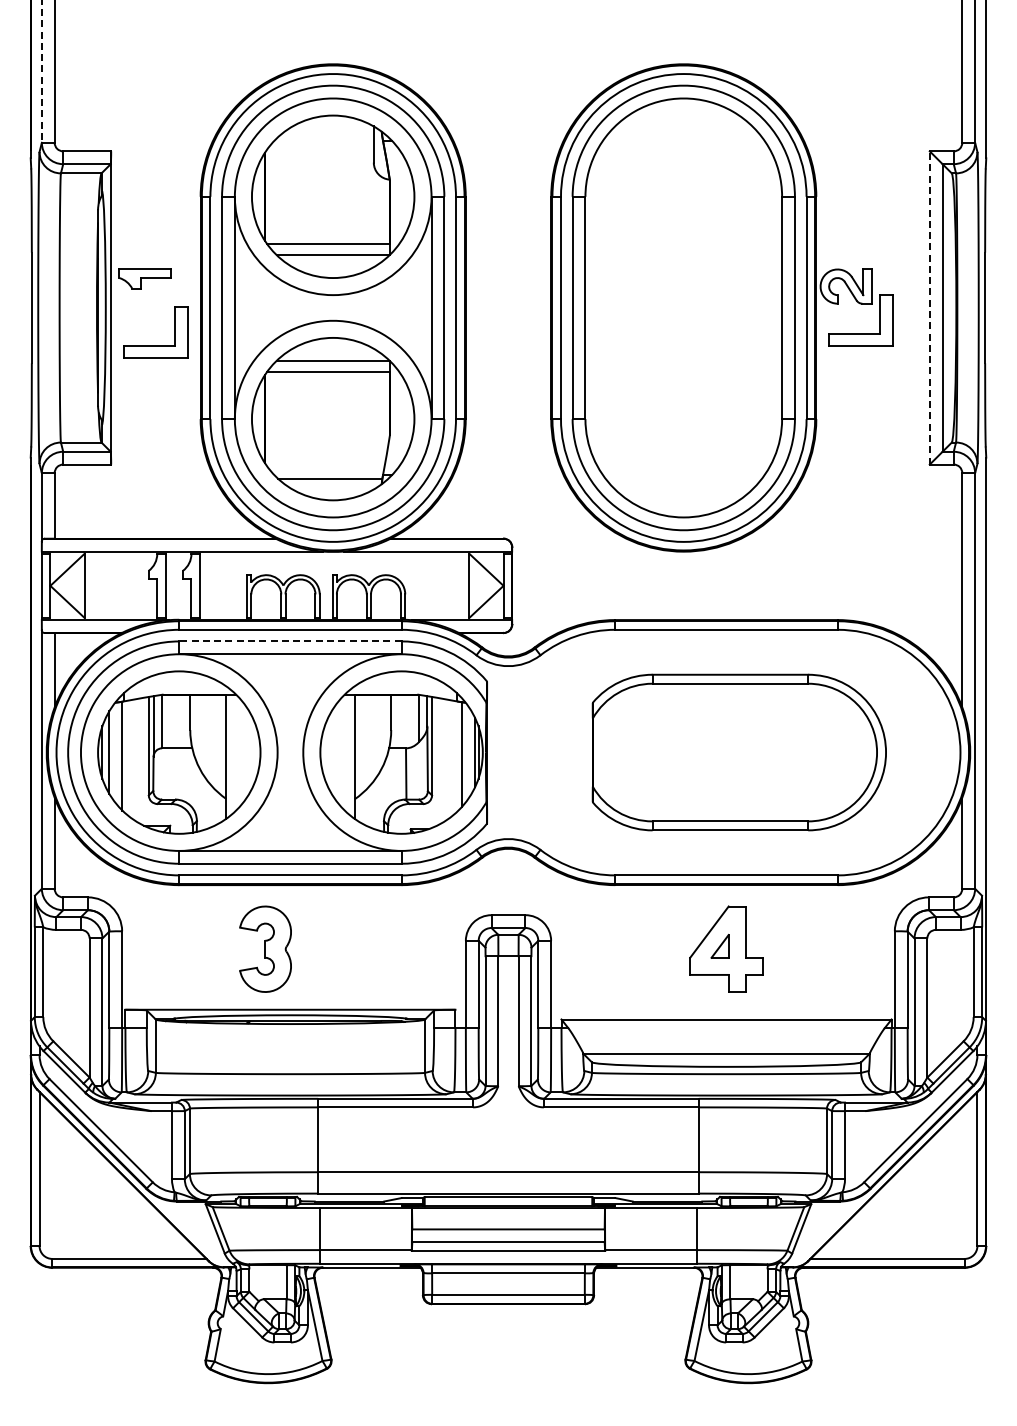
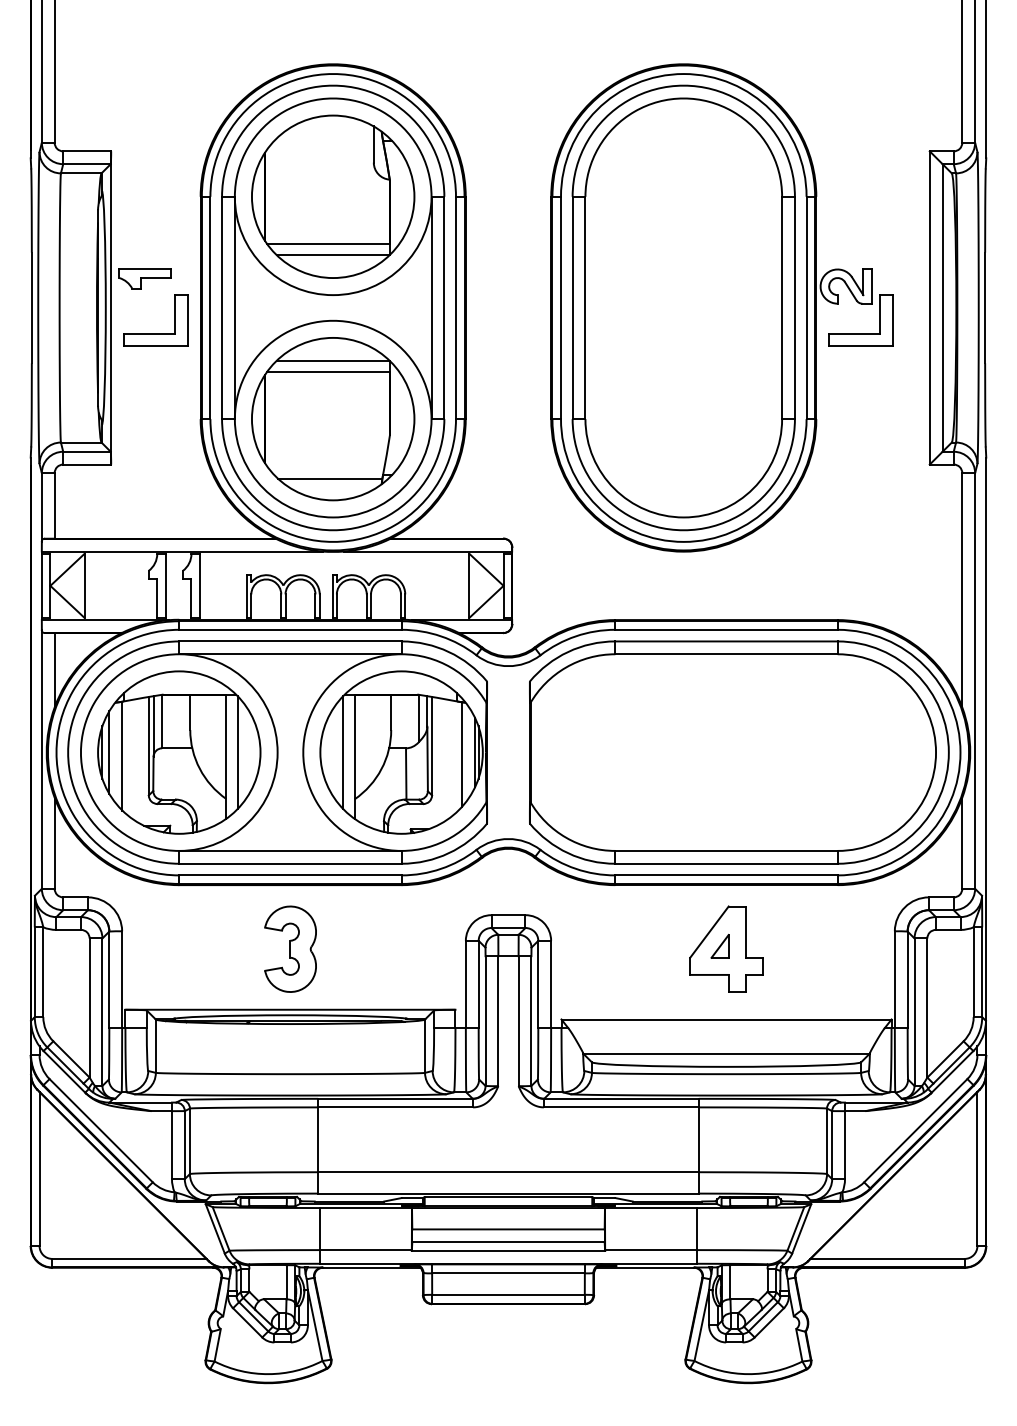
line at (41, 71): dashed -> solid
line at (929, 307): dashed -> solid
part at (155, 345) position: (155, 345) -> (155, 333)
line at (289, 641): dashed -> solid
line at (237, 752): none -> present
line at (343, 752): none -> present
part at (738, 752) size: 296x159 px -> 421x225 px
part at (265, 948) position: (265, 948) -> (290, 948)
